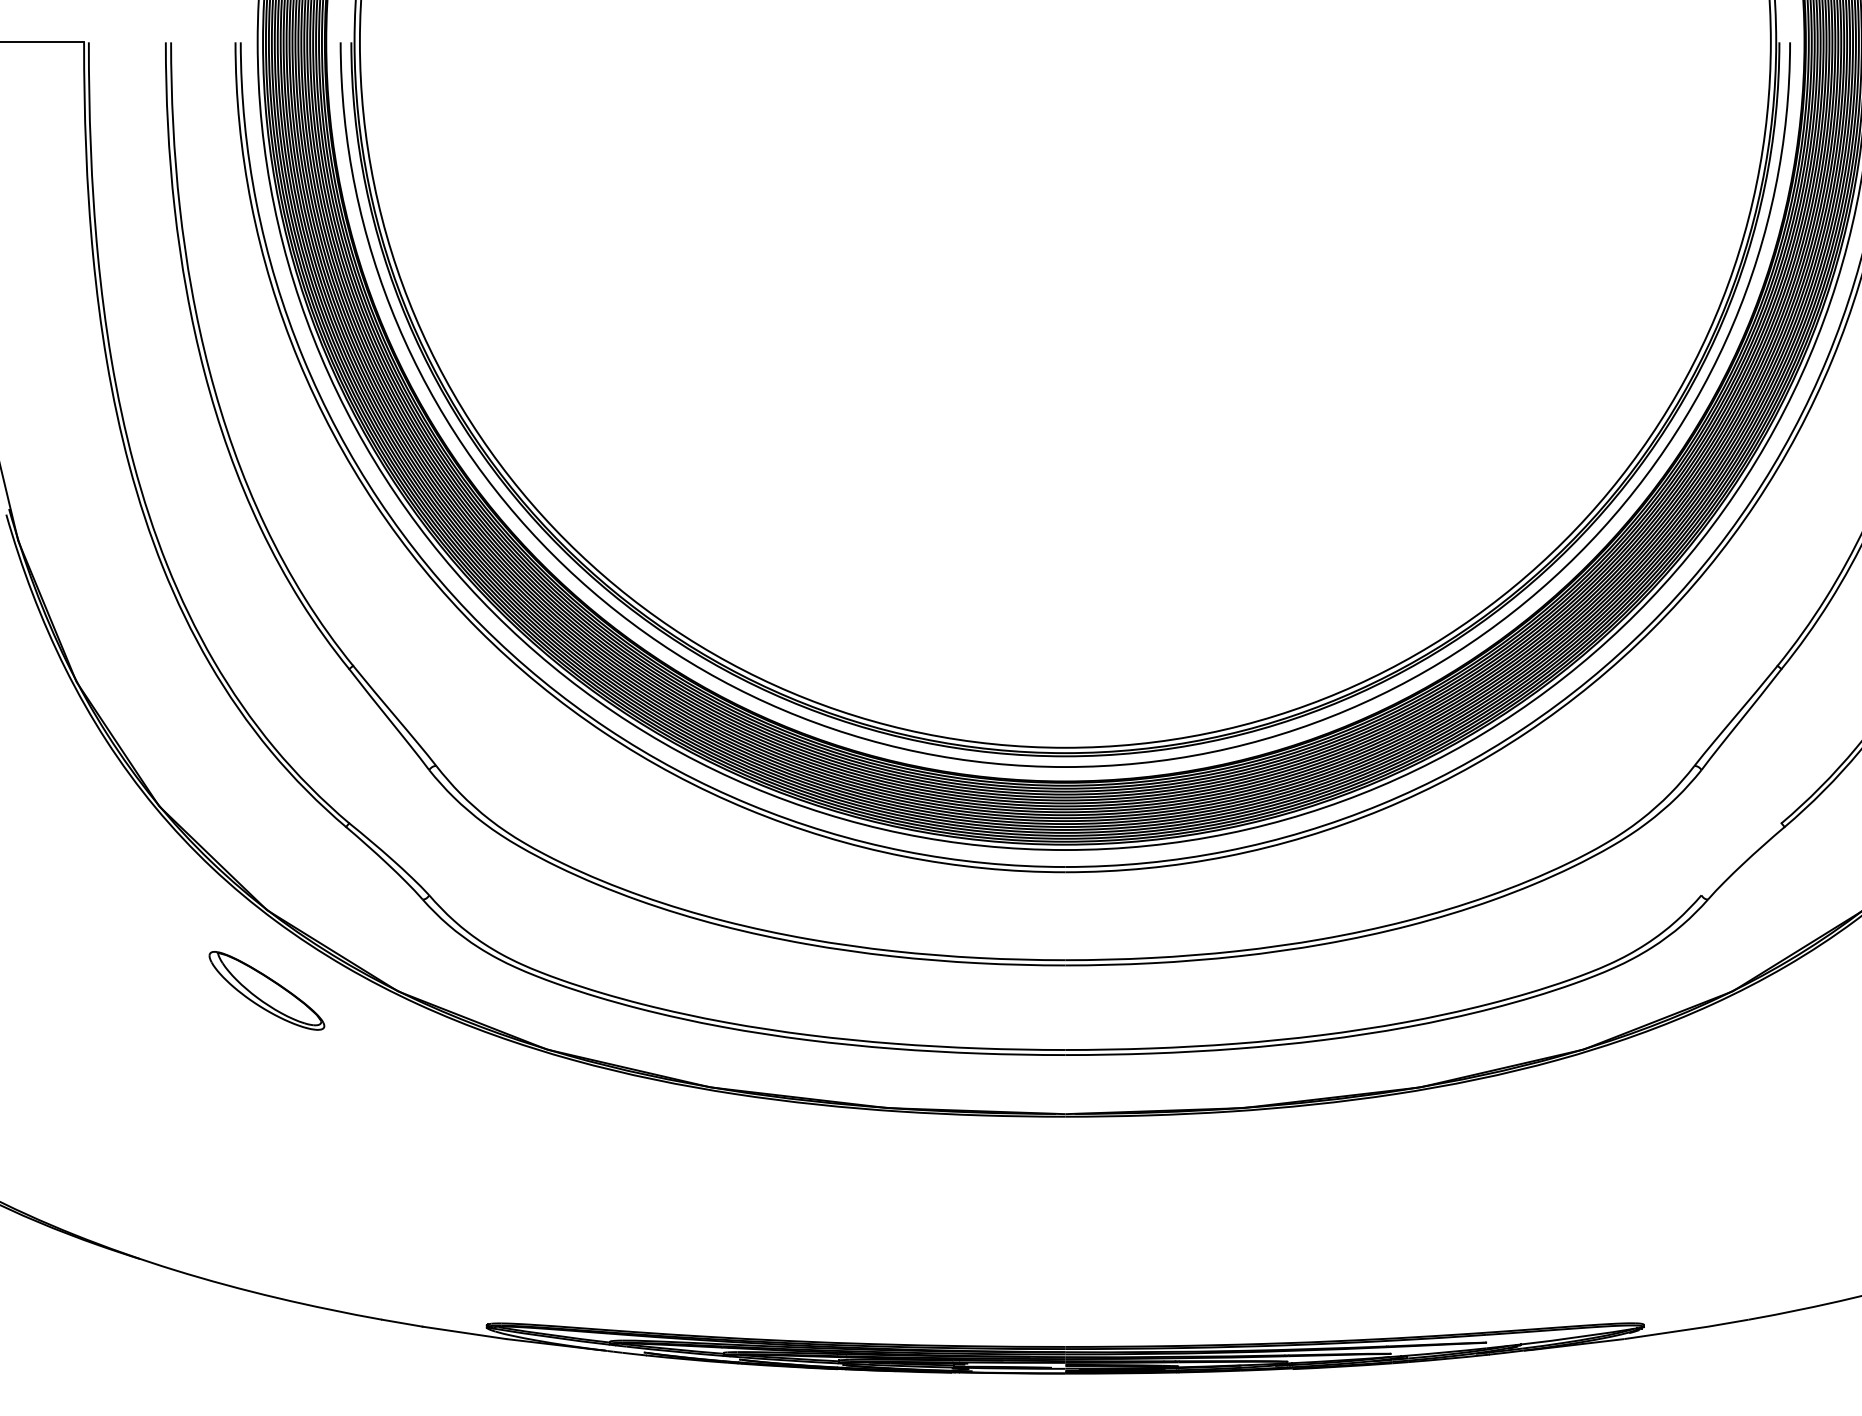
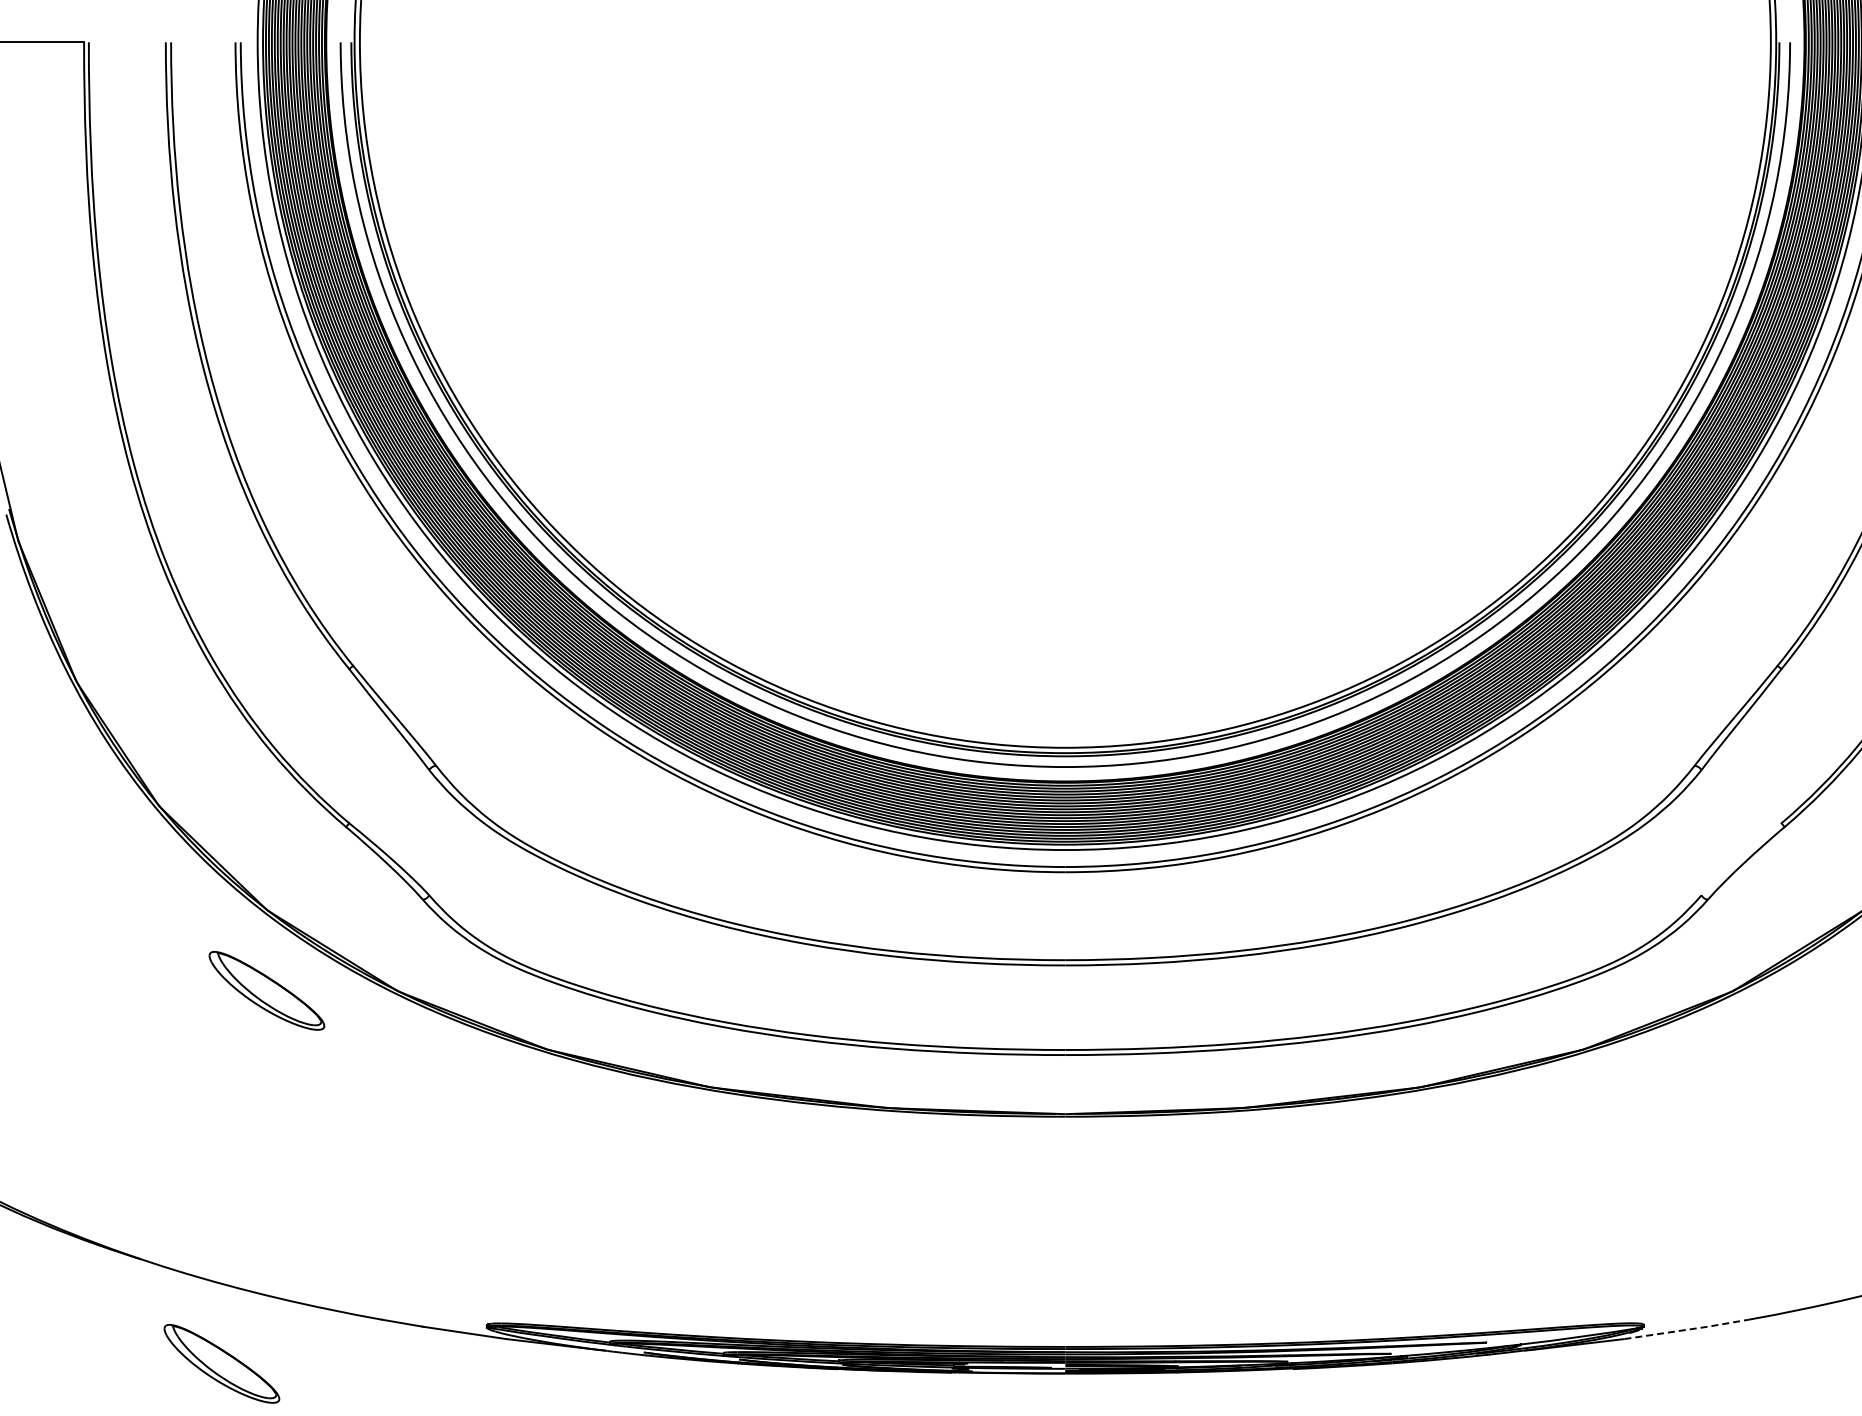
line at (1687, 1329): solid -> dashed
part at (221, 1363): none -> present
